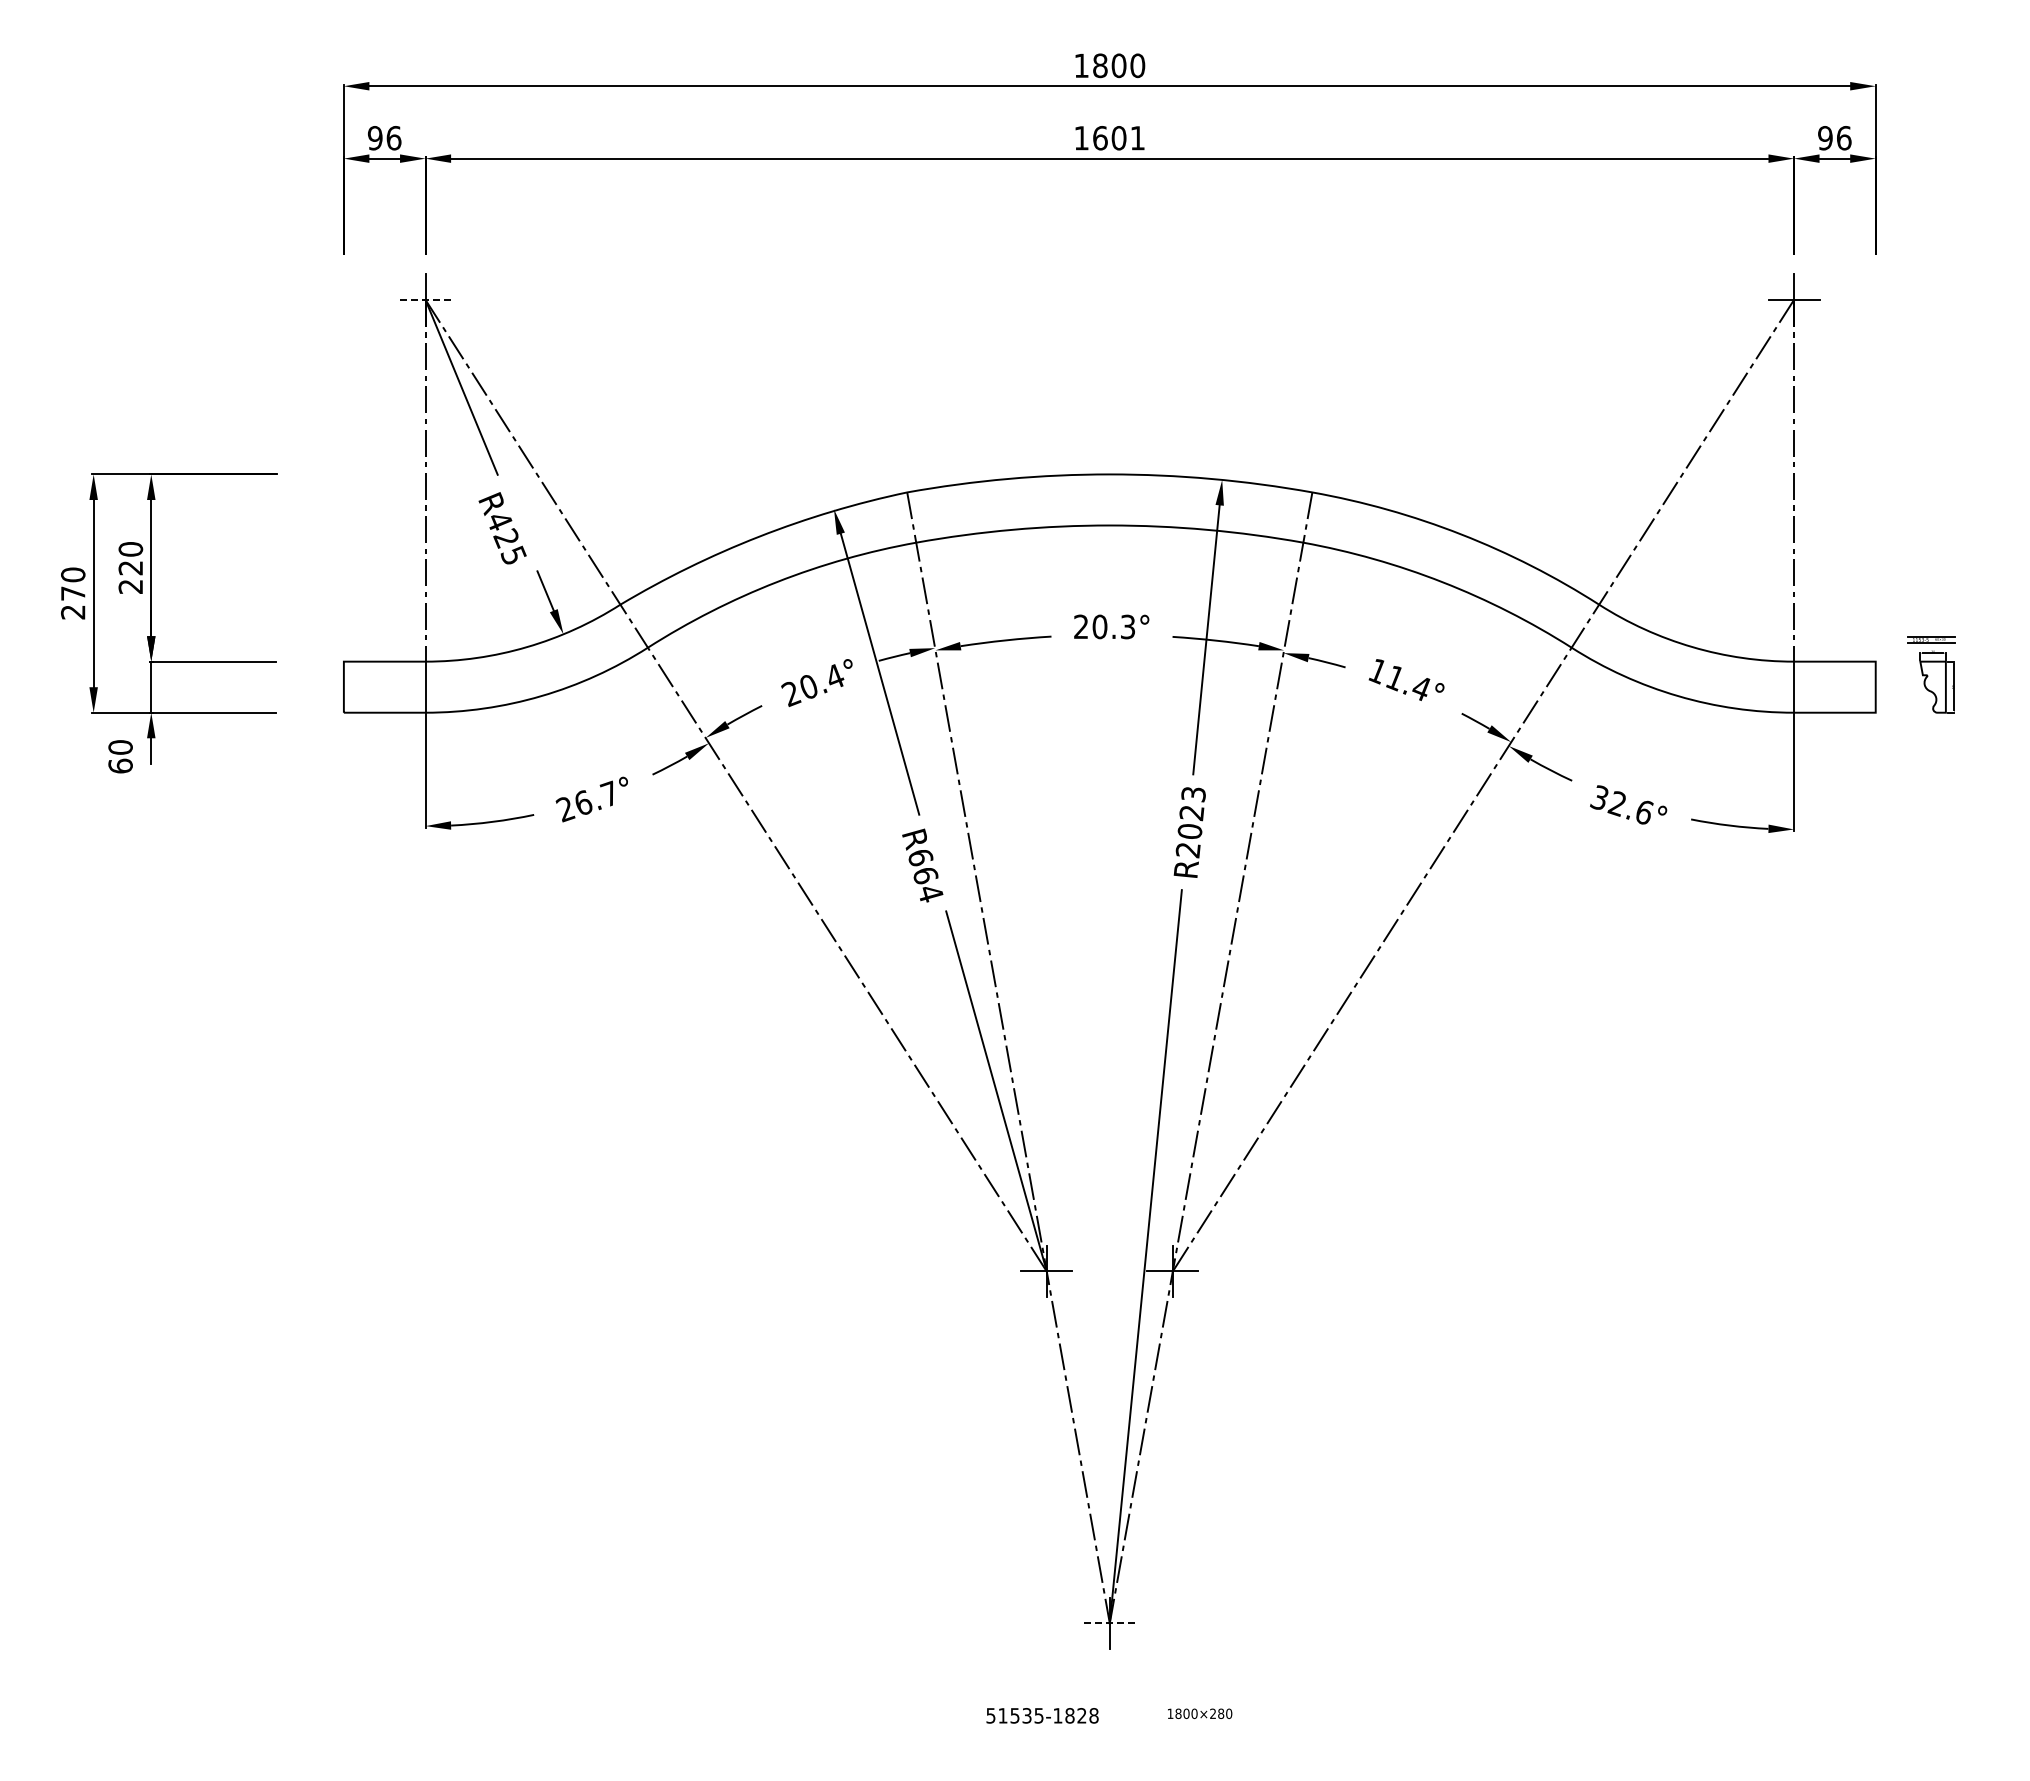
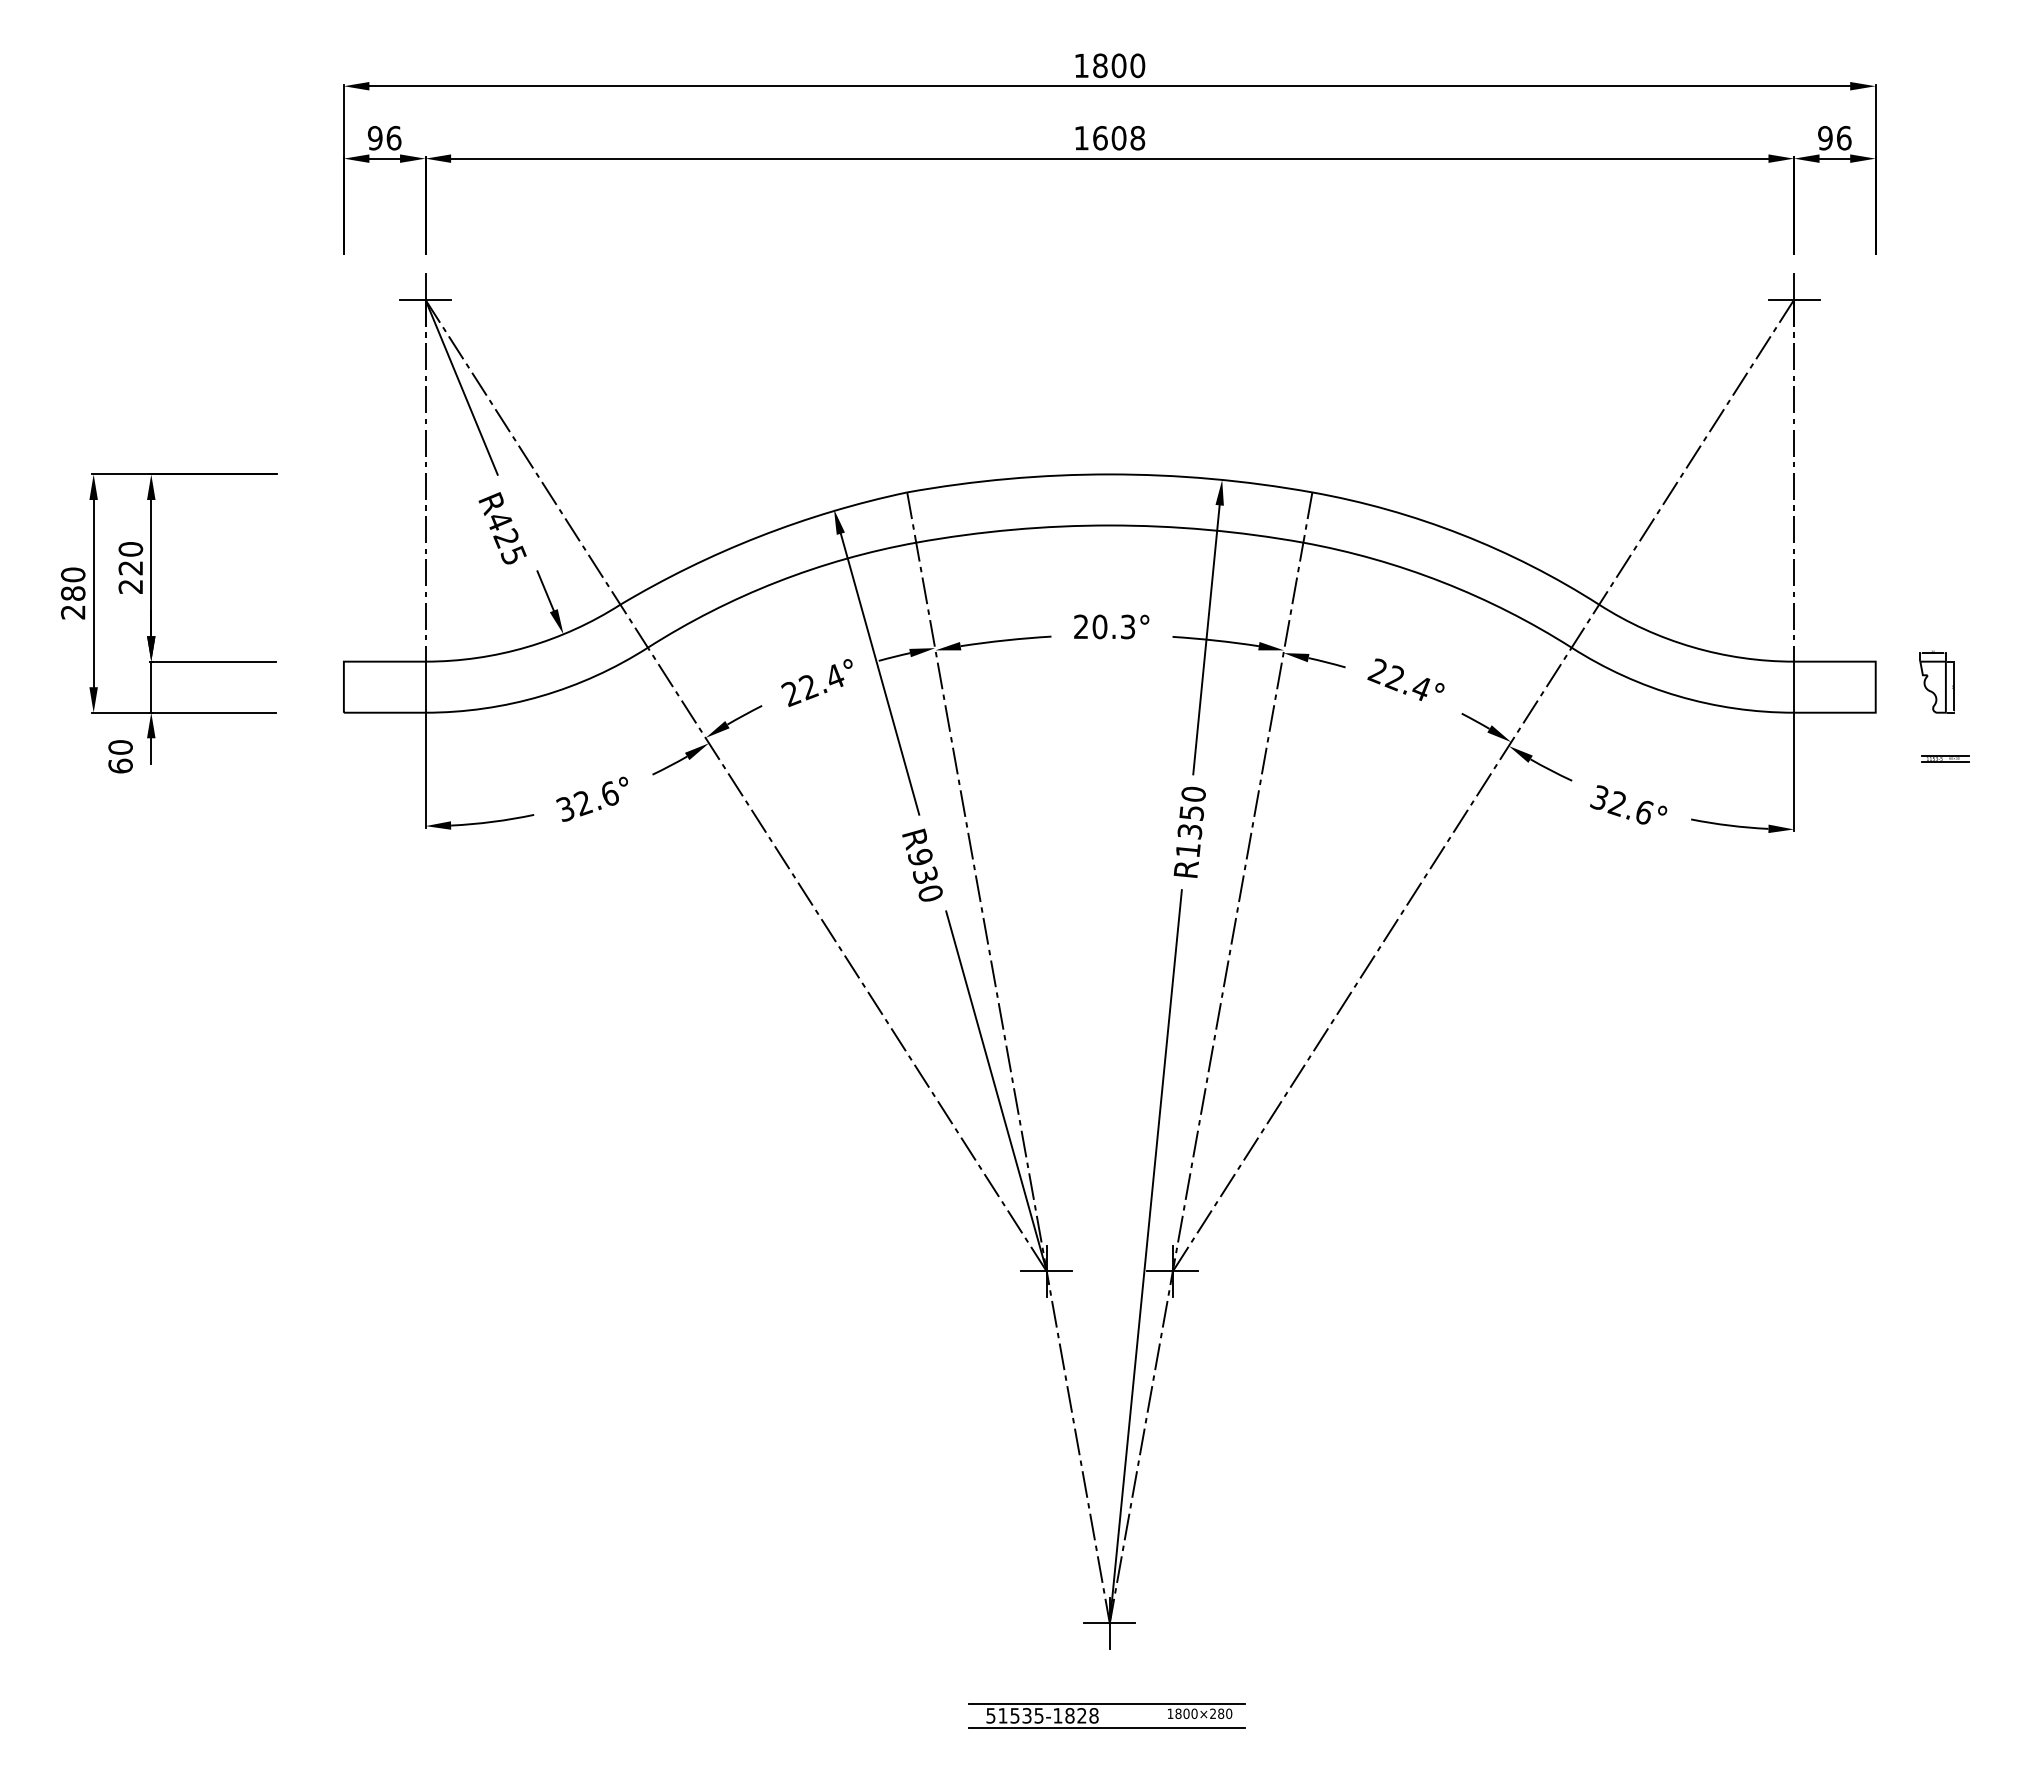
text at (1137, 138): 1601 -> 1608
line at (425, 299): dashed -> solid
text at (73, 593): 270 -> 280
part at (1931, 639) position: (1931, 639) -> (1945, 758)
text at (1385, 674): 11.4° -> 22.4°
text at (808, 687): 20.4° -> 22.4°
text at (586, 801): 26.7° -> 32.6°
text at (1190, 822): R2023 -> R1350
text at (925, 875): R664 -> R930
line at (1109, 1623): dashed -> solid
line at (1106, 1703): none -> present
line at (1106, 1727): none -> present
